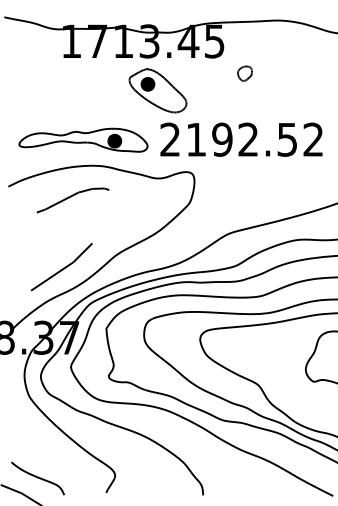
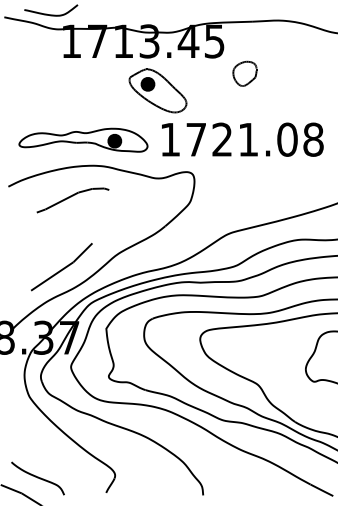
curve at (51, 14): none -> present
part at (244, 73) size: 16x17 px -> 26x27 px
text at (241, 139): 2192.52 -> 1721.08
